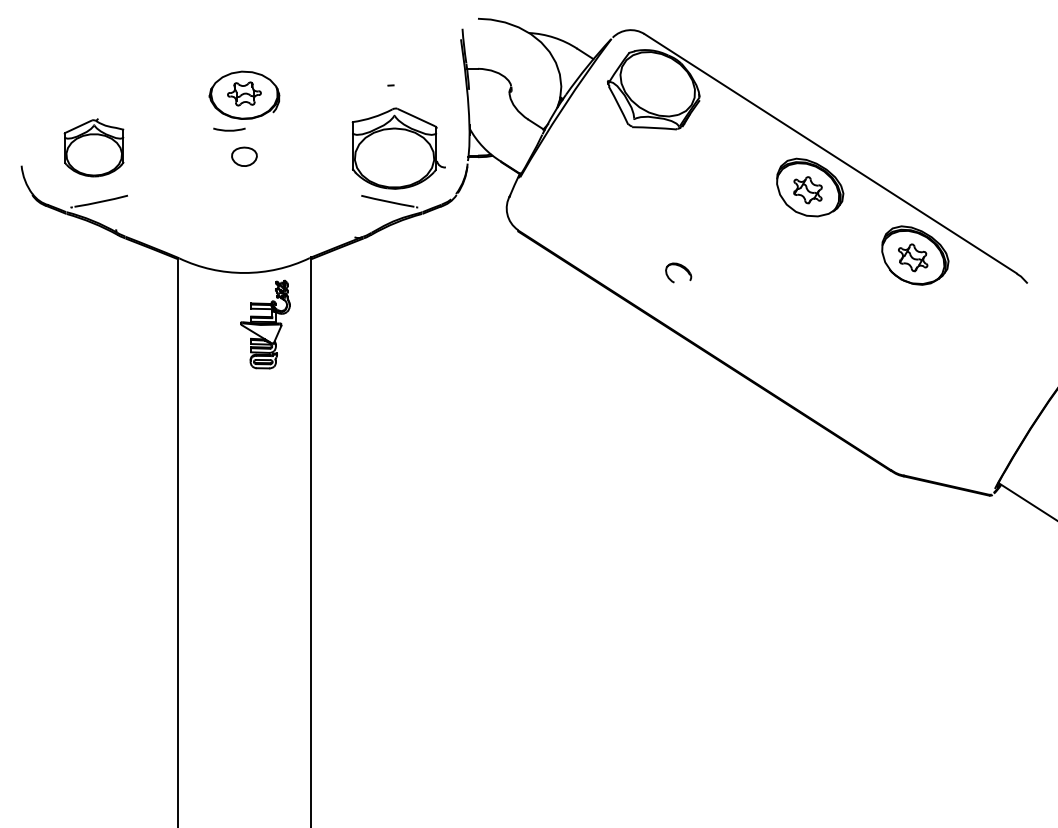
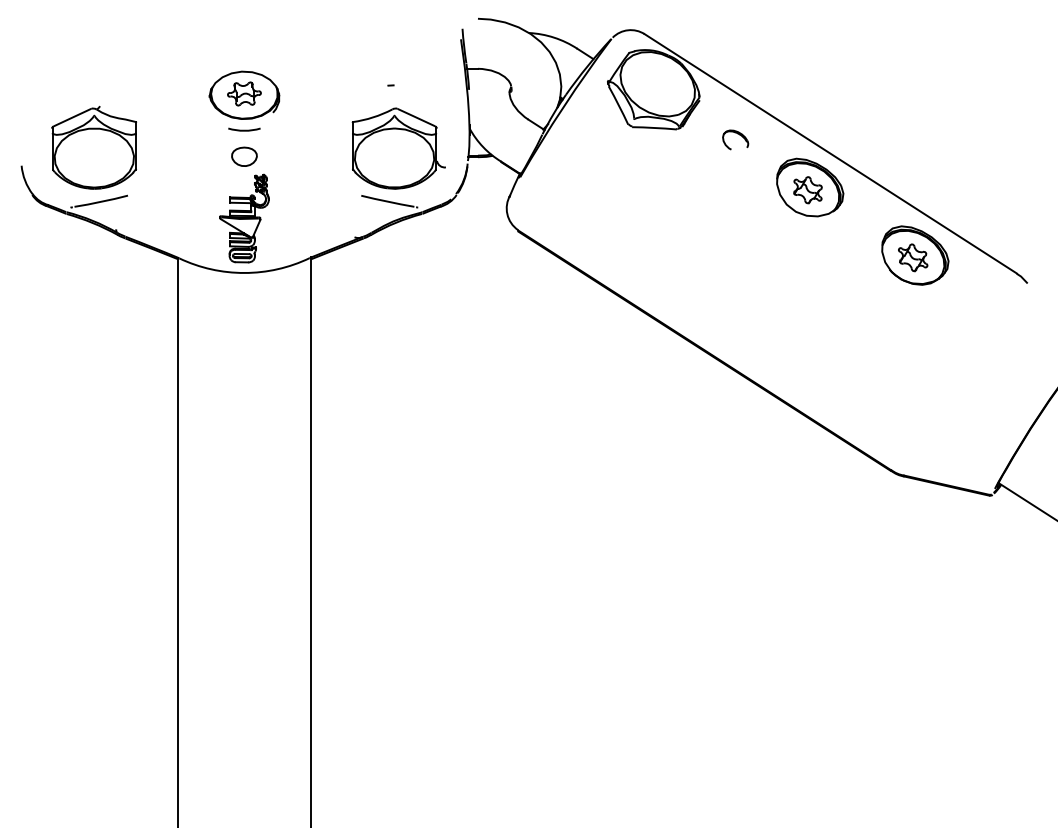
arc at (229, 129) position: (229, 129) -> (244, 129)
part at (93, 147) size: 62x60 px -> 86x85 px
part at (678, 272) position: (678, 272) -> (735, 139)
part at (265, 324) position: (265, 324) -> (244, 218)
